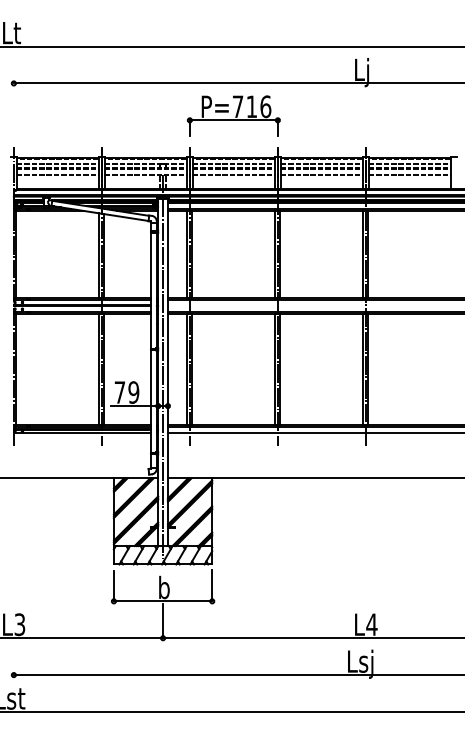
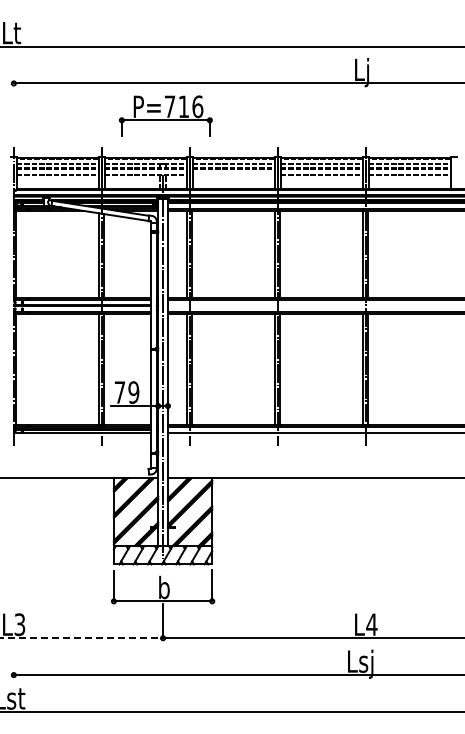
part at (233, 115) position: (233, 115) -> (165, 115)
line at (233, 174): present -> none
line at (82, 638): solid -> dashed
